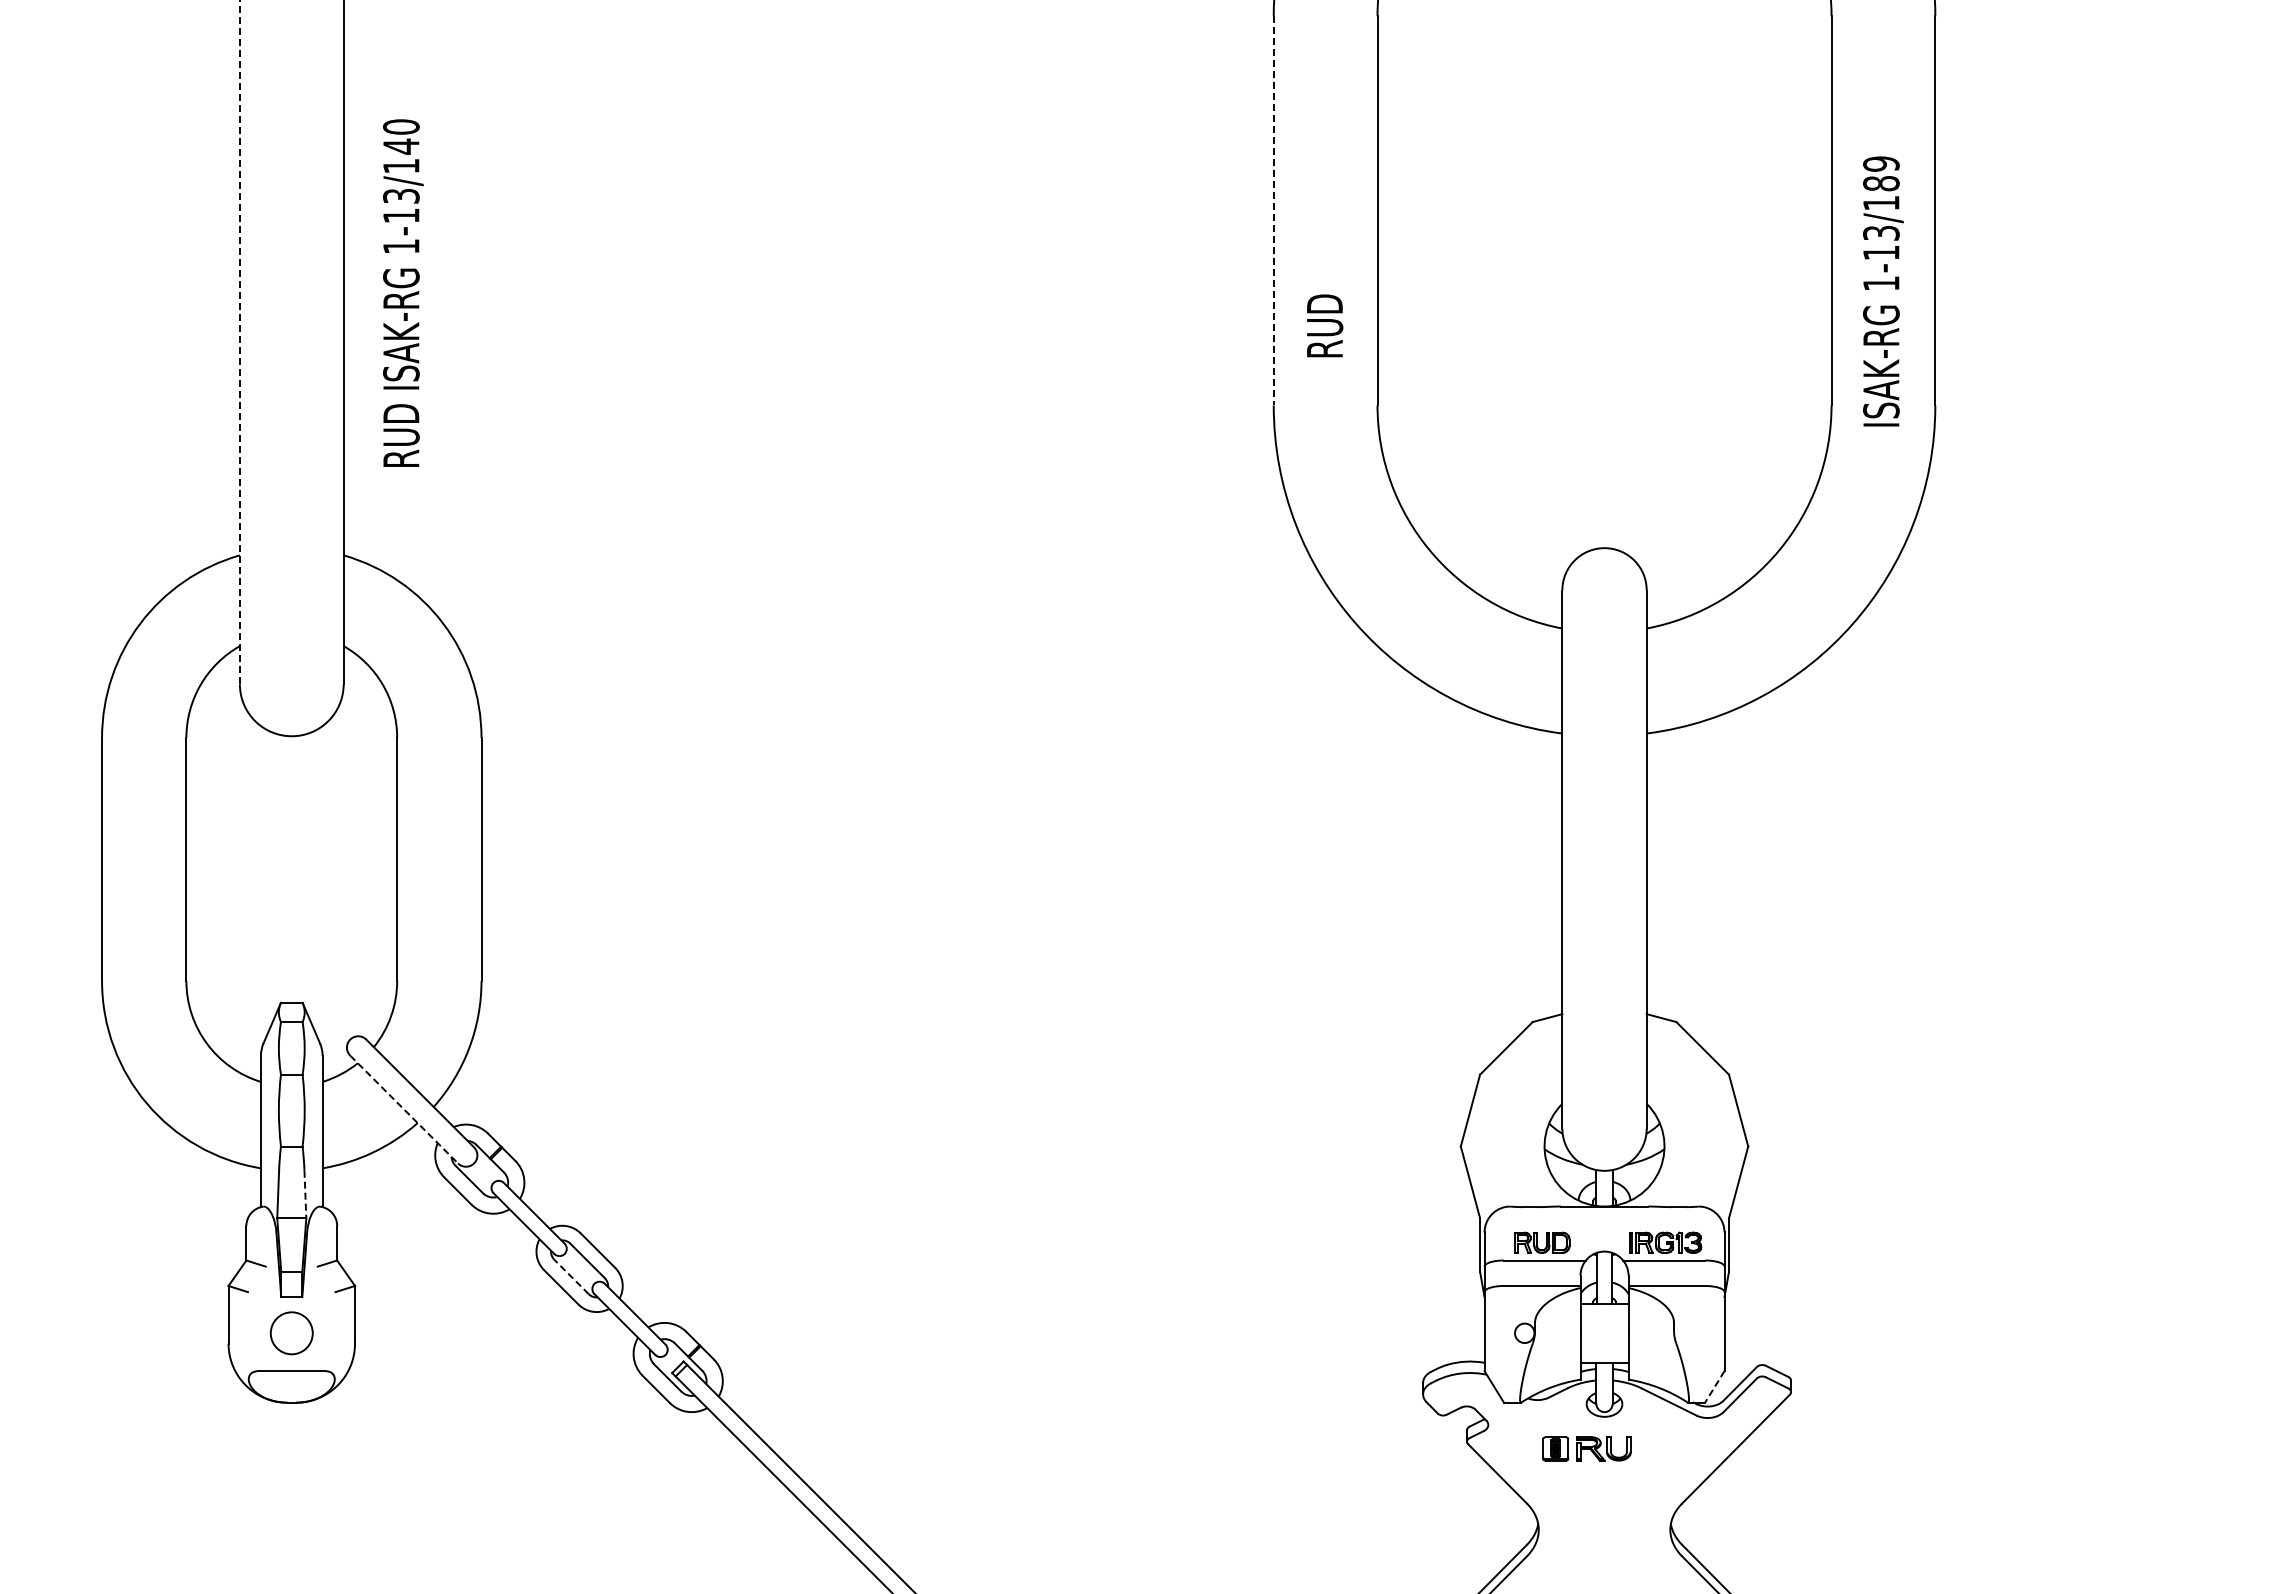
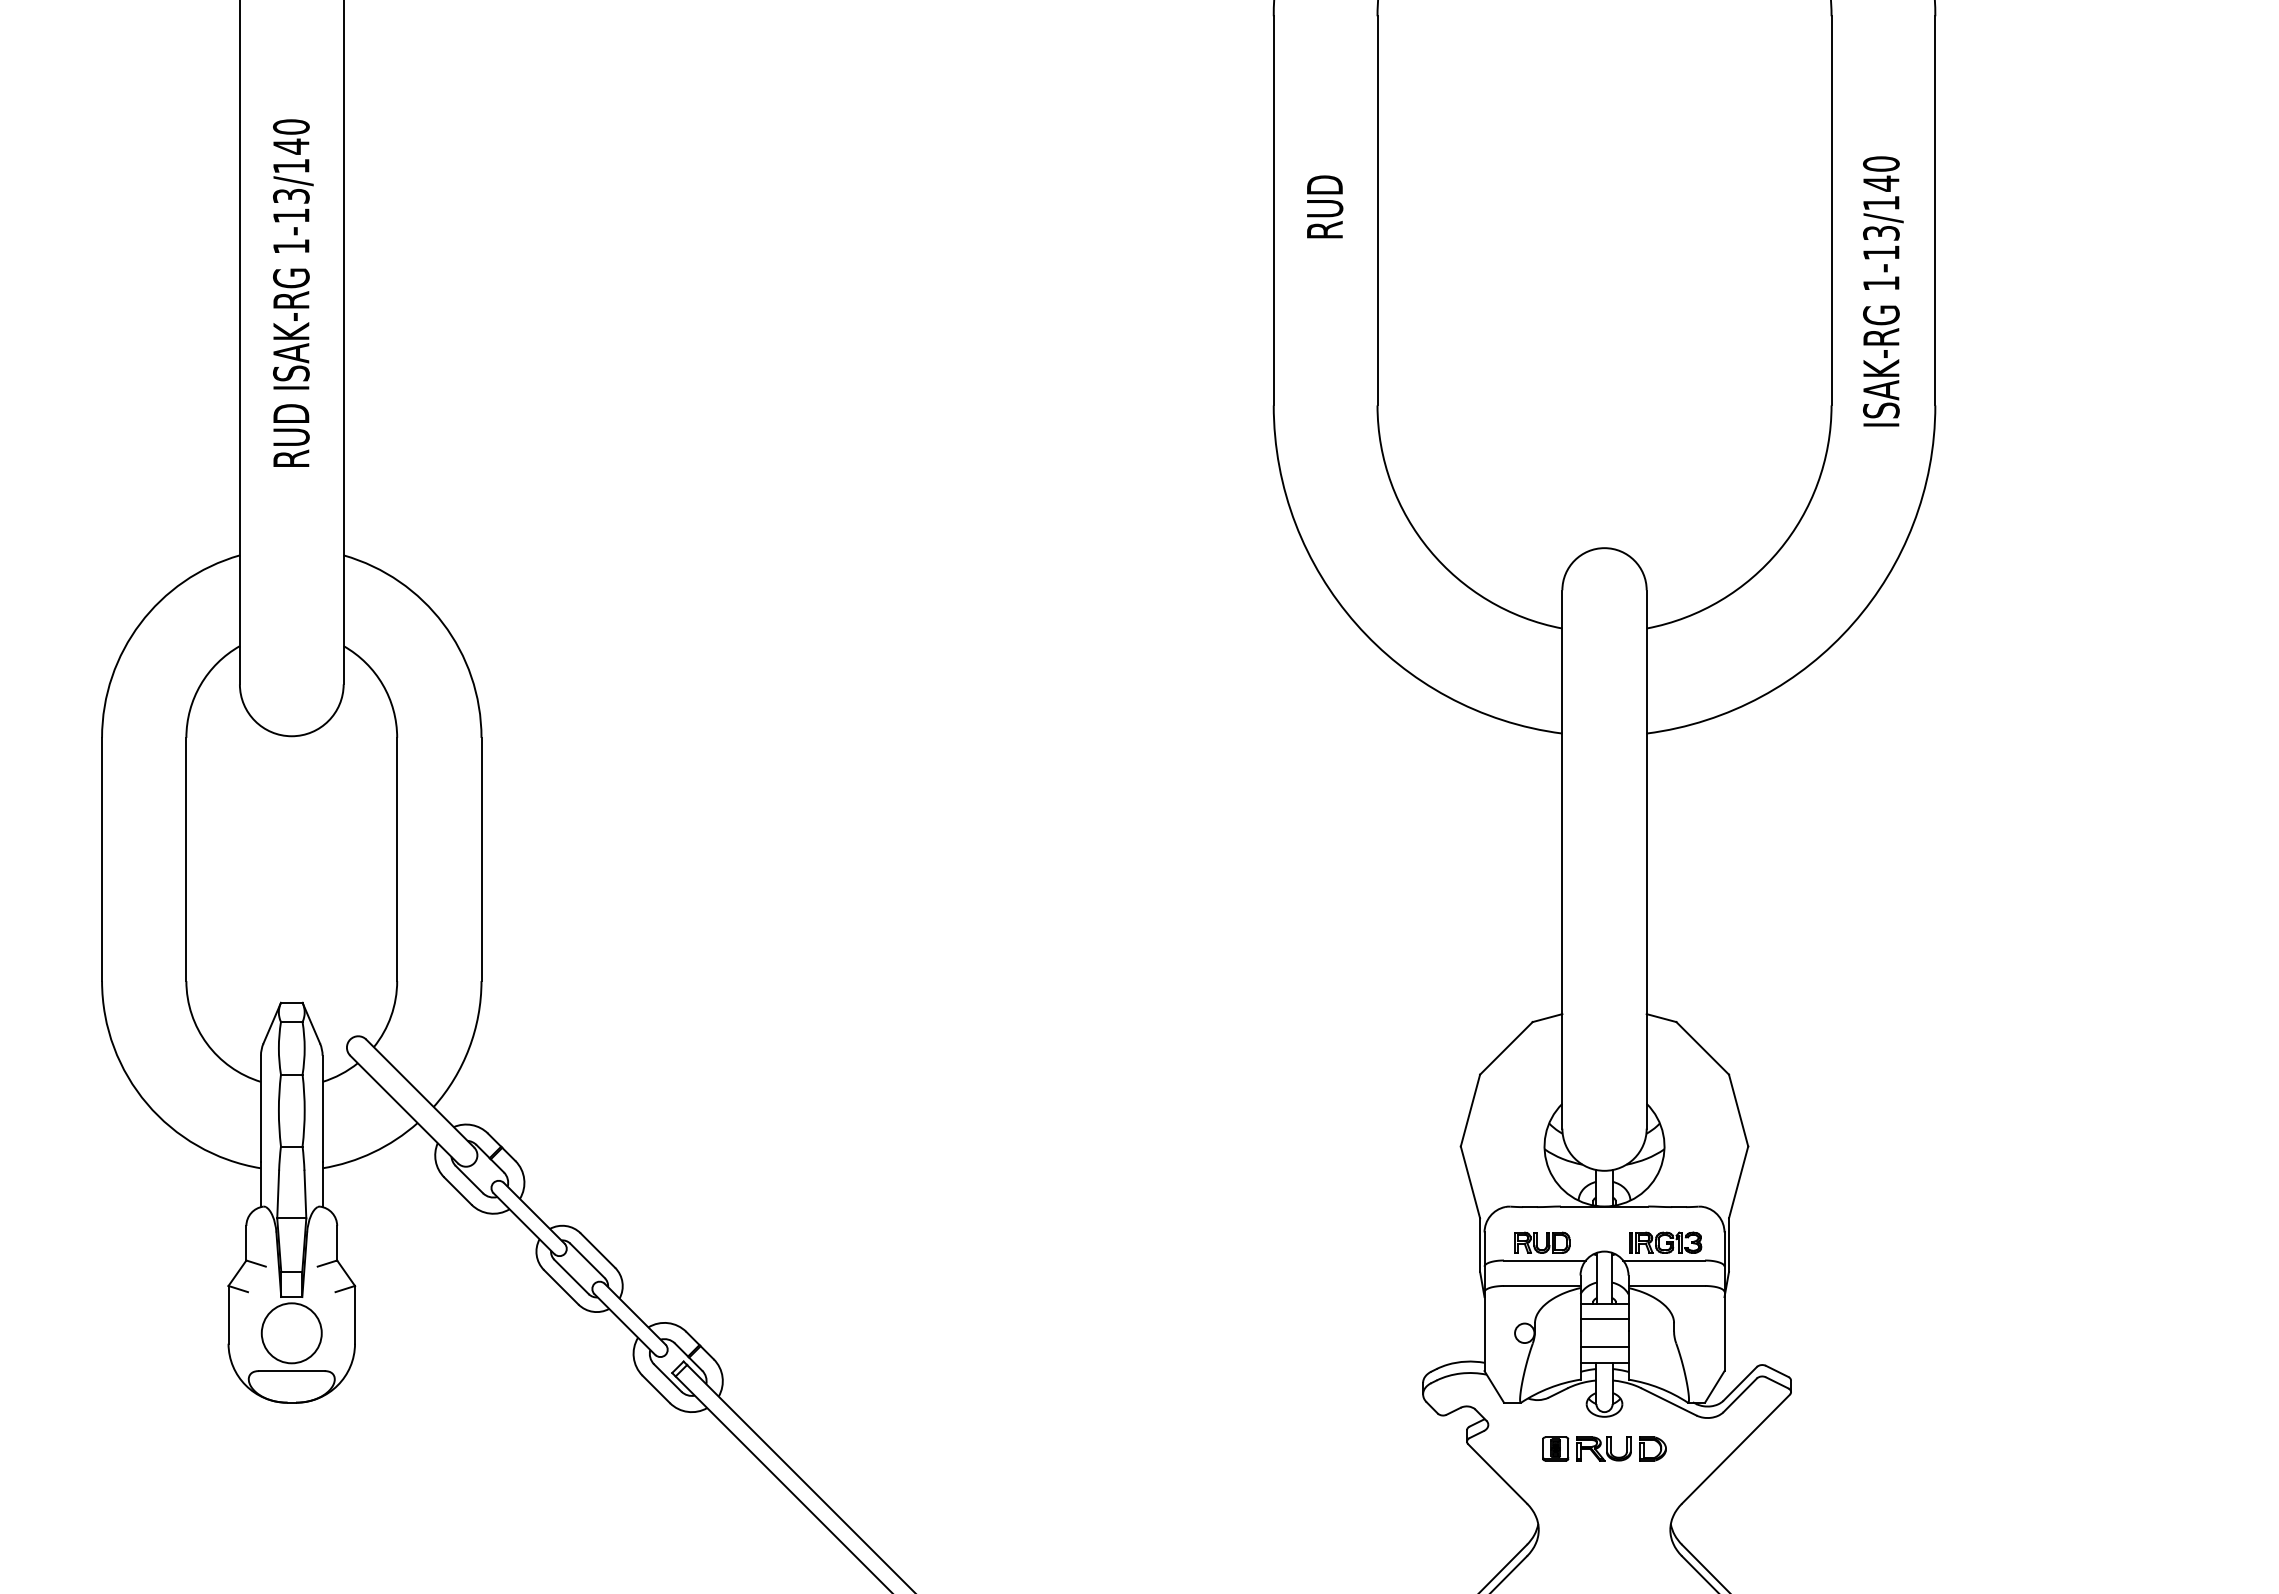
text at (1881, 173): 1-13/189 -> 1-13/140
line at (1273, 210): dashed -> solid
text at (403, 292) position: (403, 292) -> (293, 292)
text at (1325, 325) position: (1325, 325) -> (1325, 206)
line at (239, 342): dashed -> solid
line at (404, 1109): dashed -> solid
line at (305, 1194): dashed -> solid
line at (571, 1276): dashed -> solid
line at (1604, 1319): none -> present
circle at (291, 1333) diameter: 42 px -> 60 px
line at (1604, 1347): none -> present
line at (1714, 1386): dashed -> solid
part at (1657, 1443): none -> present
